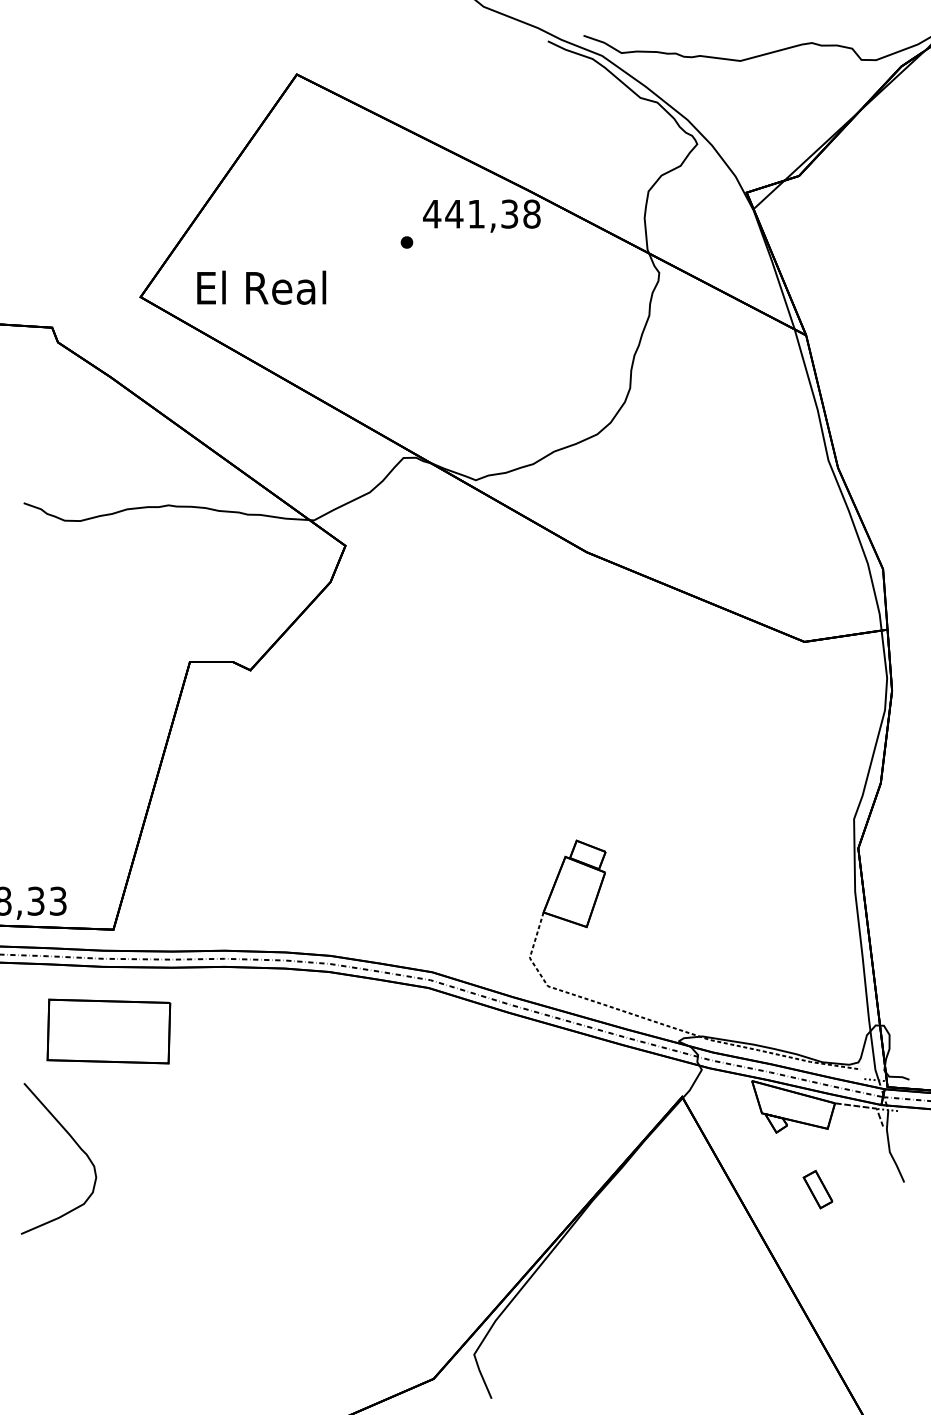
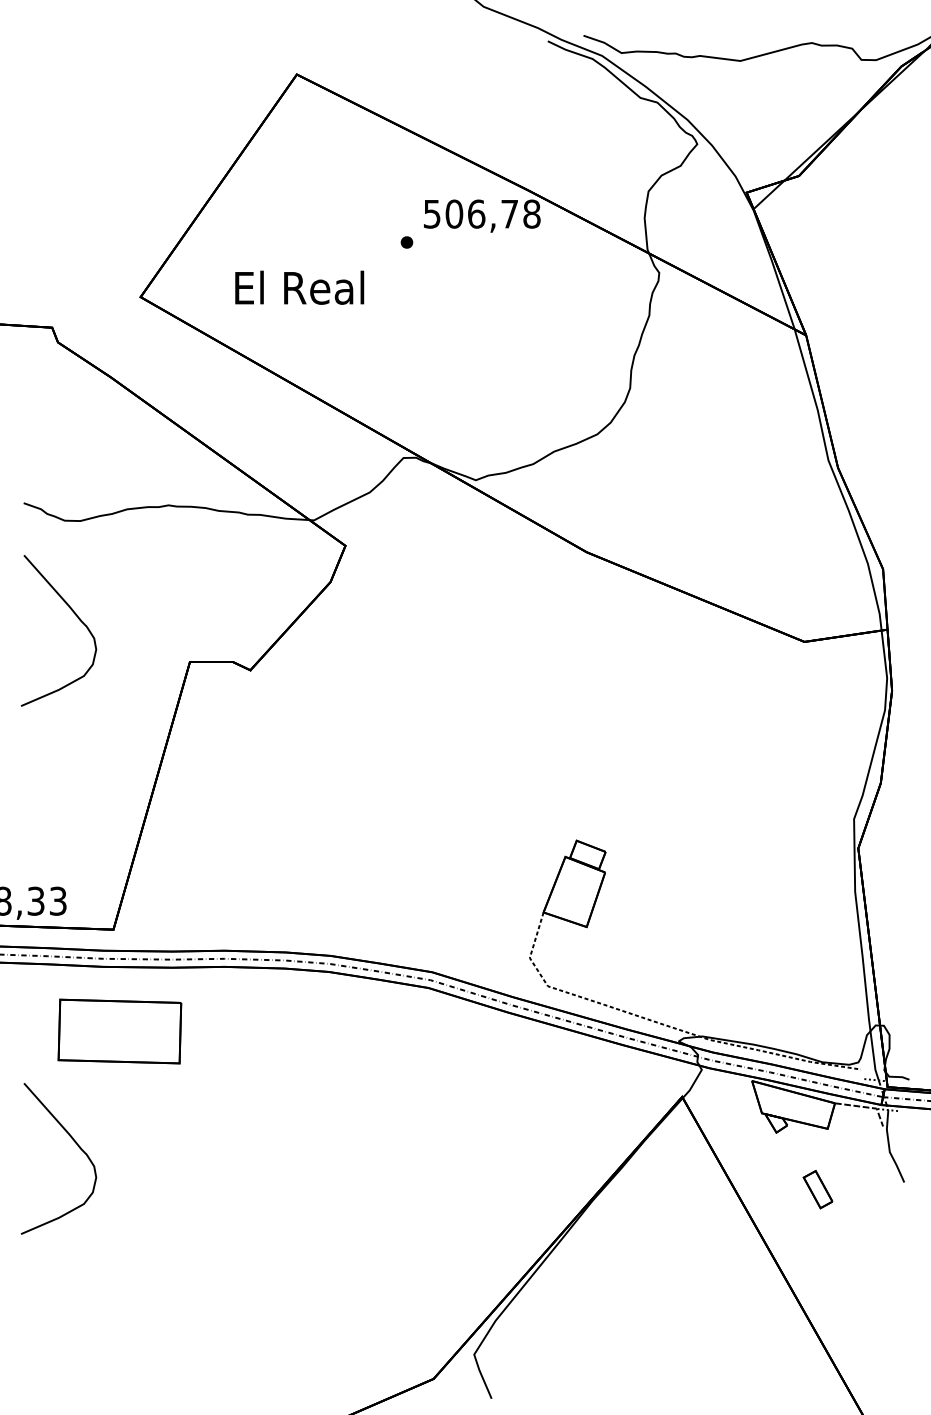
text at (470, 213): 441,38 -> 506,78
text at (261, 287) position: (261, 287) -> (299, 287)
curve at (77, 618): none -> present
part at (108, 1031) position: (108, 1031) -> (119, 1031)
